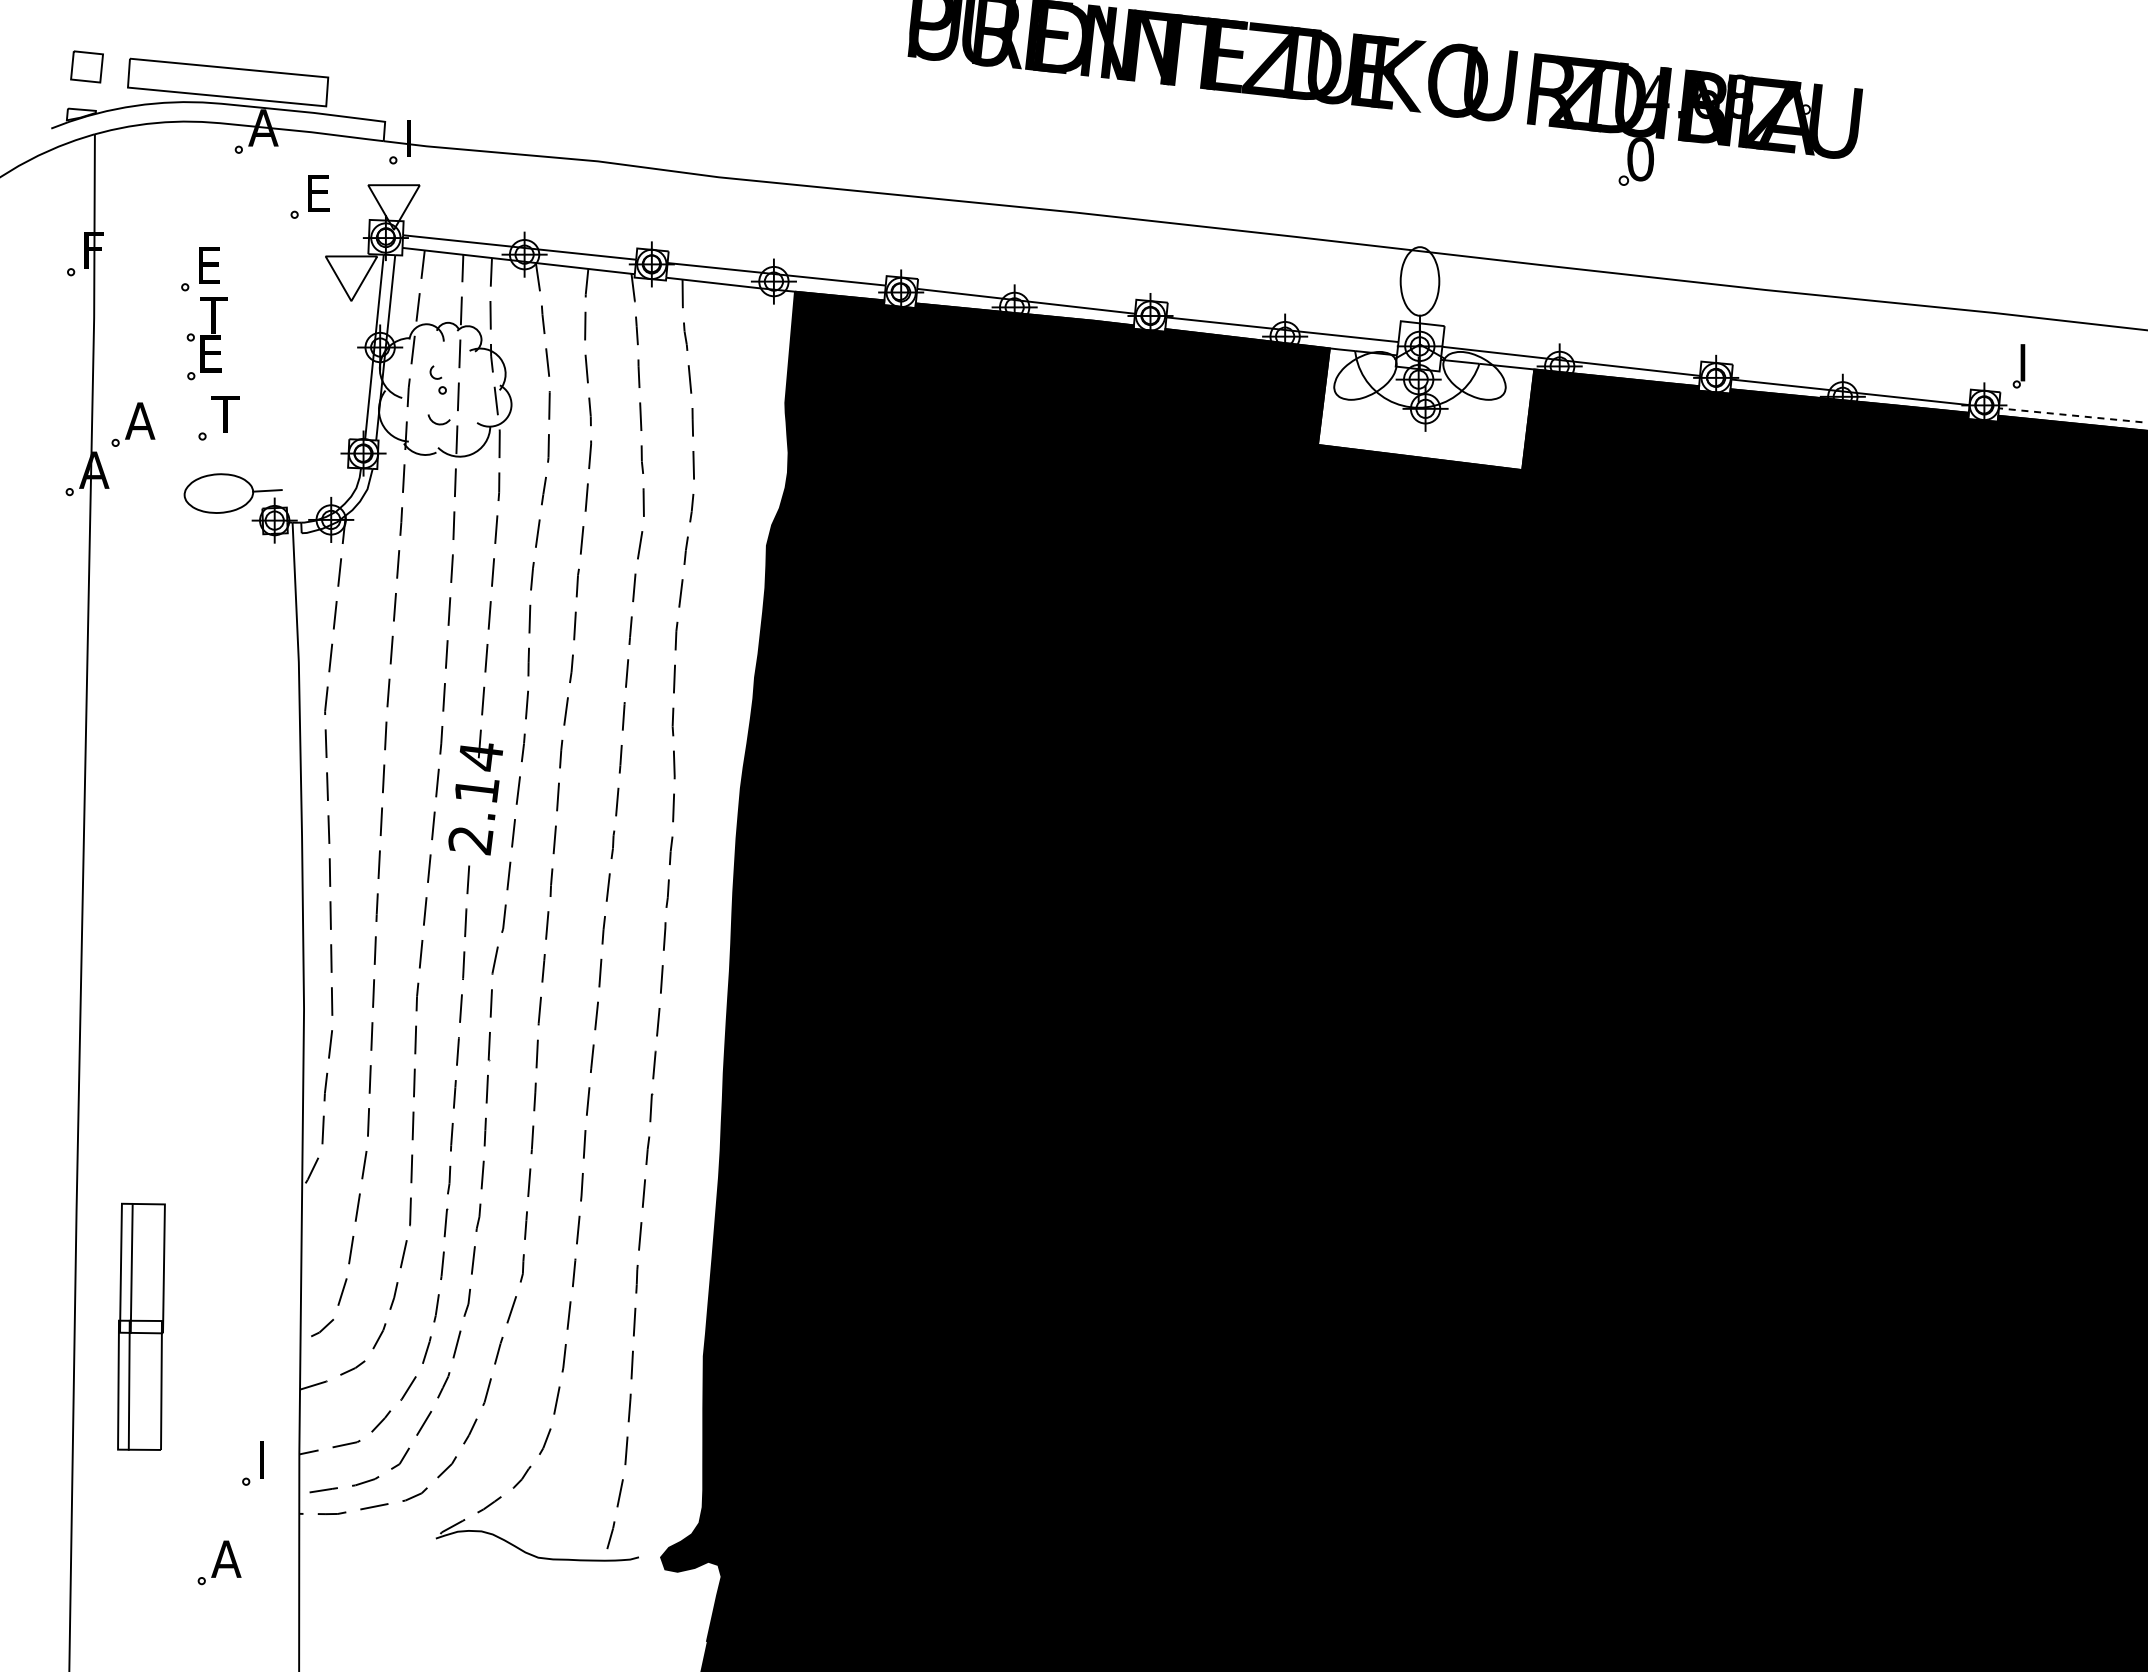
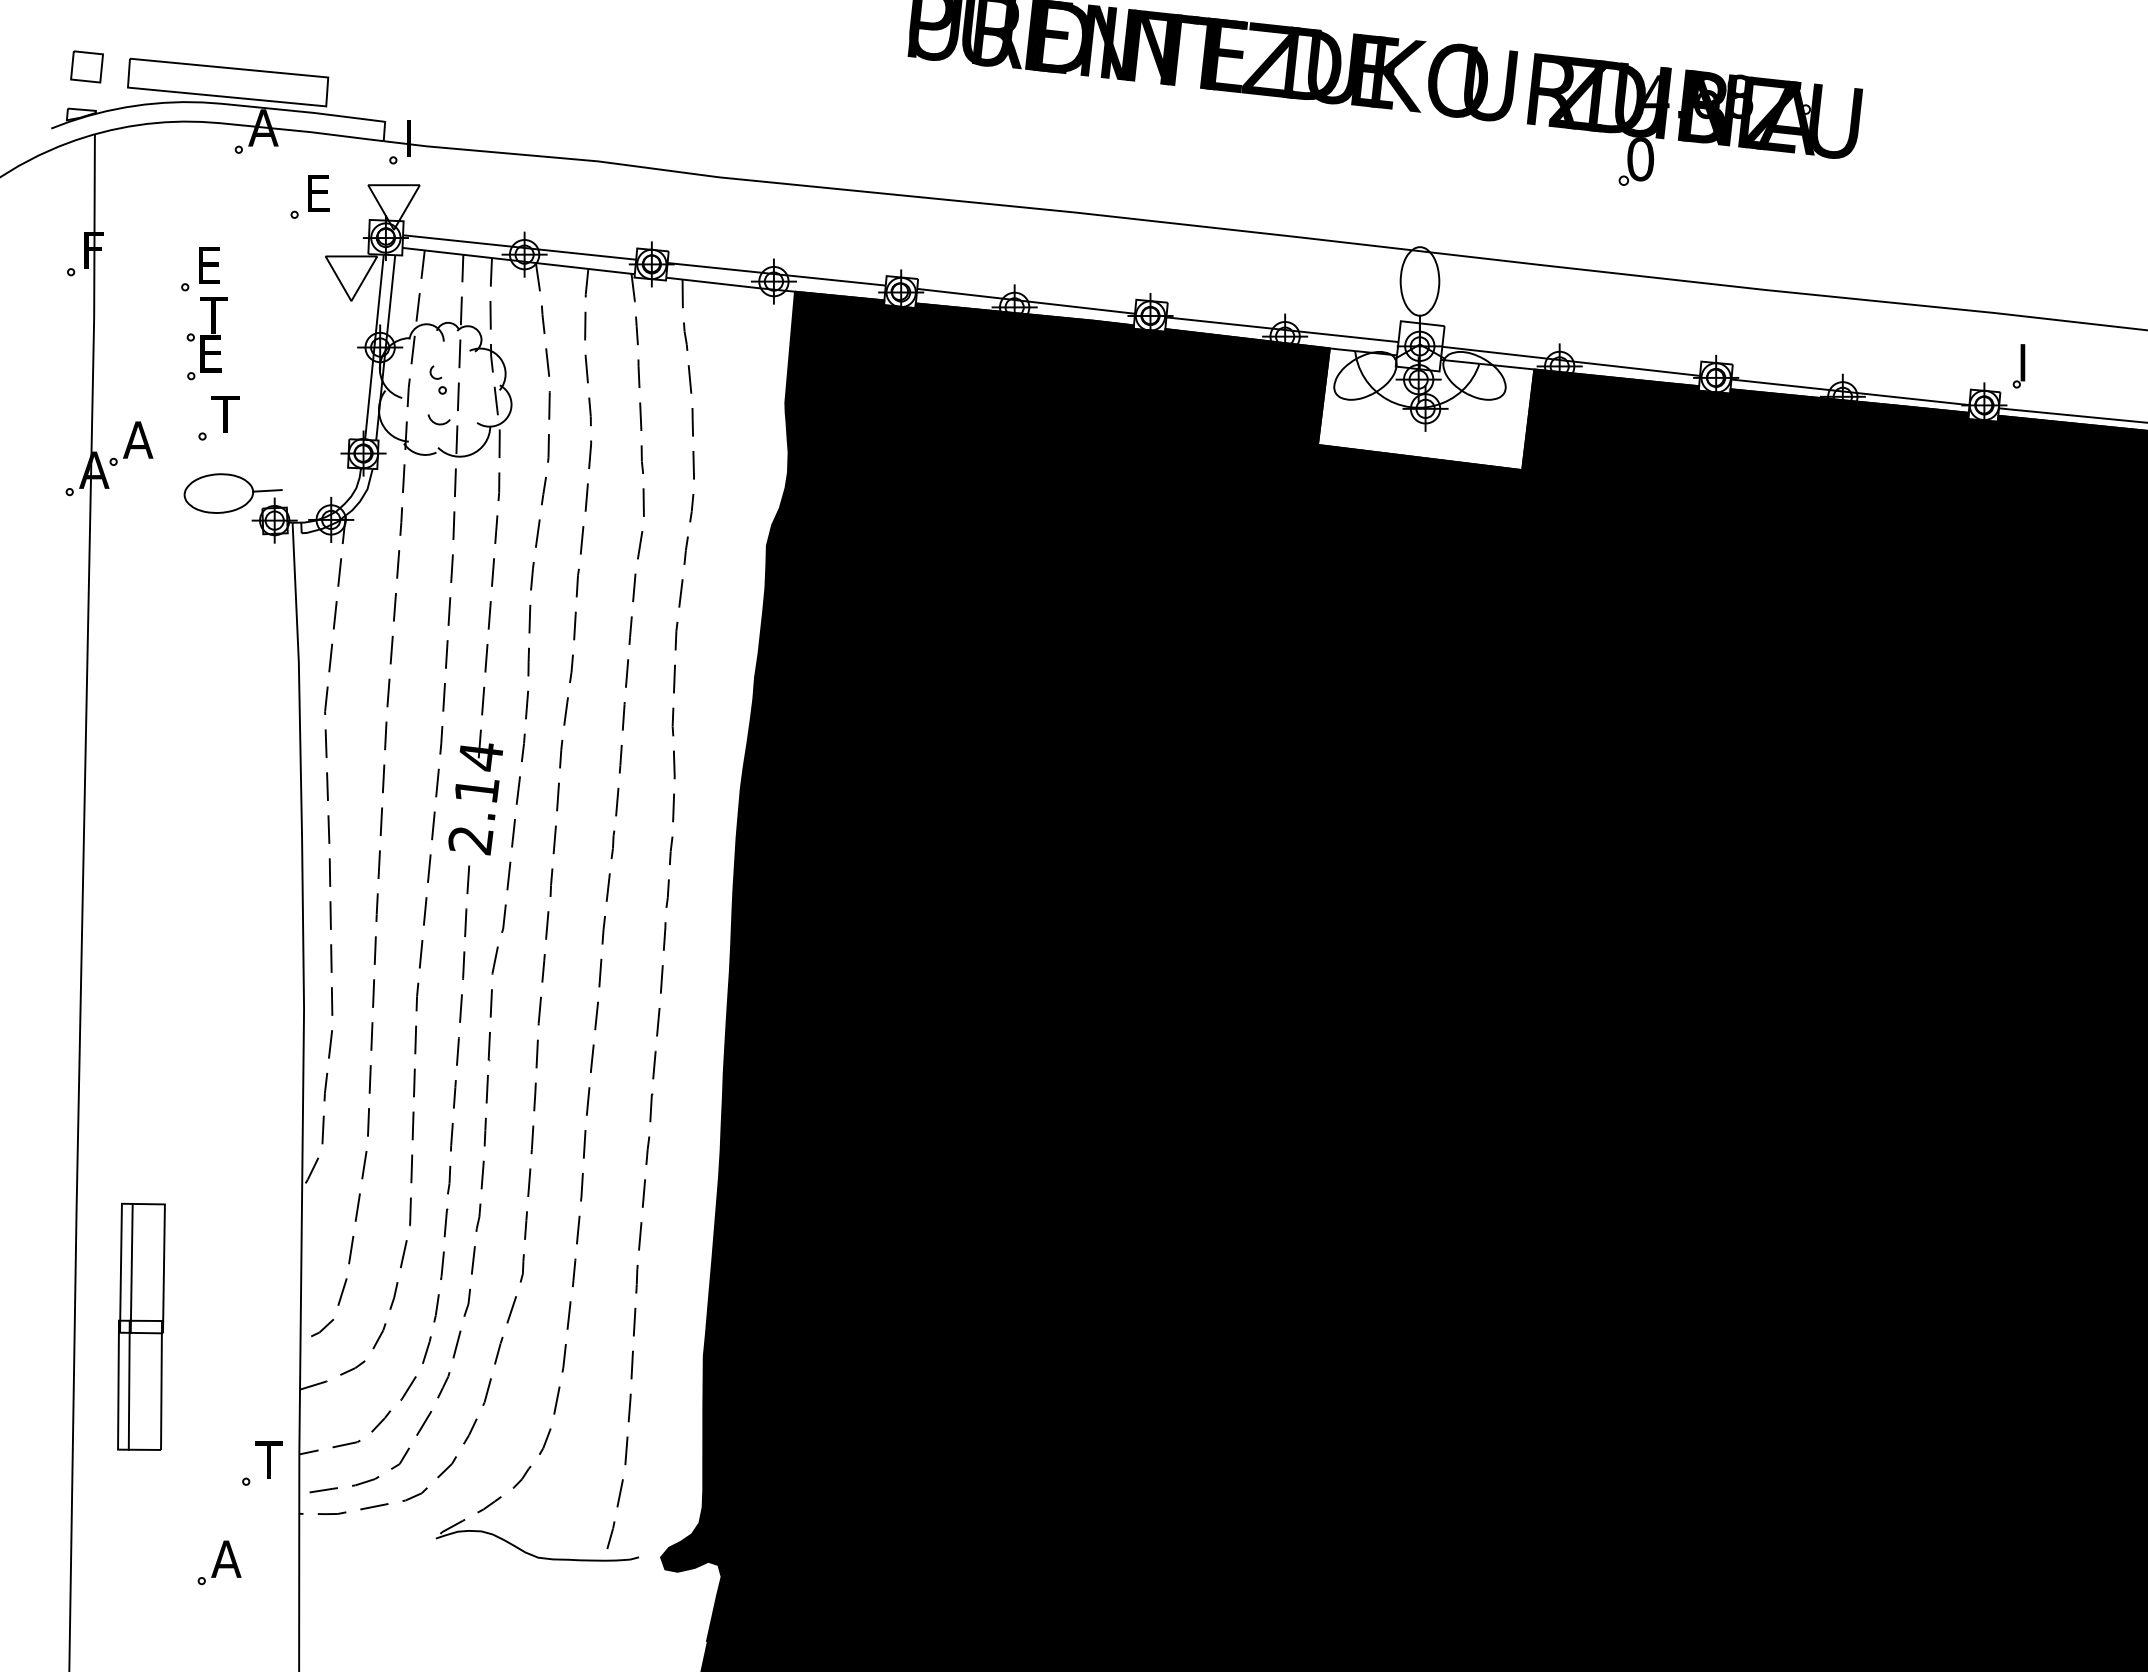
line at (2071, 415): dashed -> solid
part at (133, 424) position: (133, 424) -> (131, 443)
text at (268, 1459): I -> T
